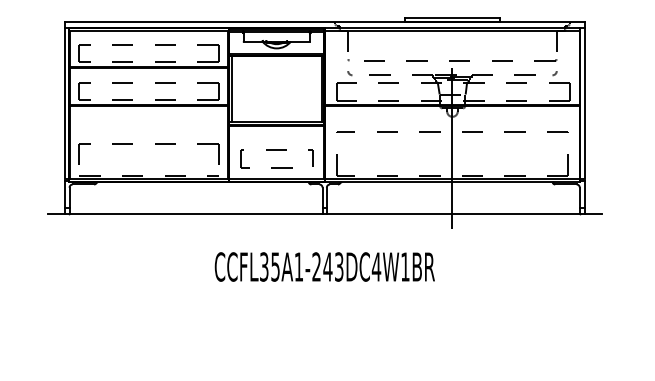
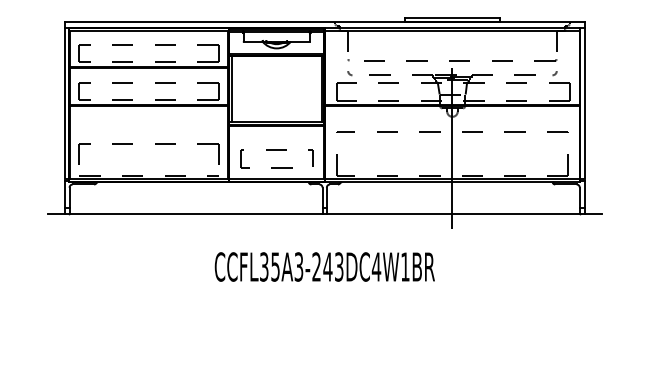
text at (298, 266): CCFL35A1-243DC4W1BR -> CCFL35A3-243DC4W1BR
